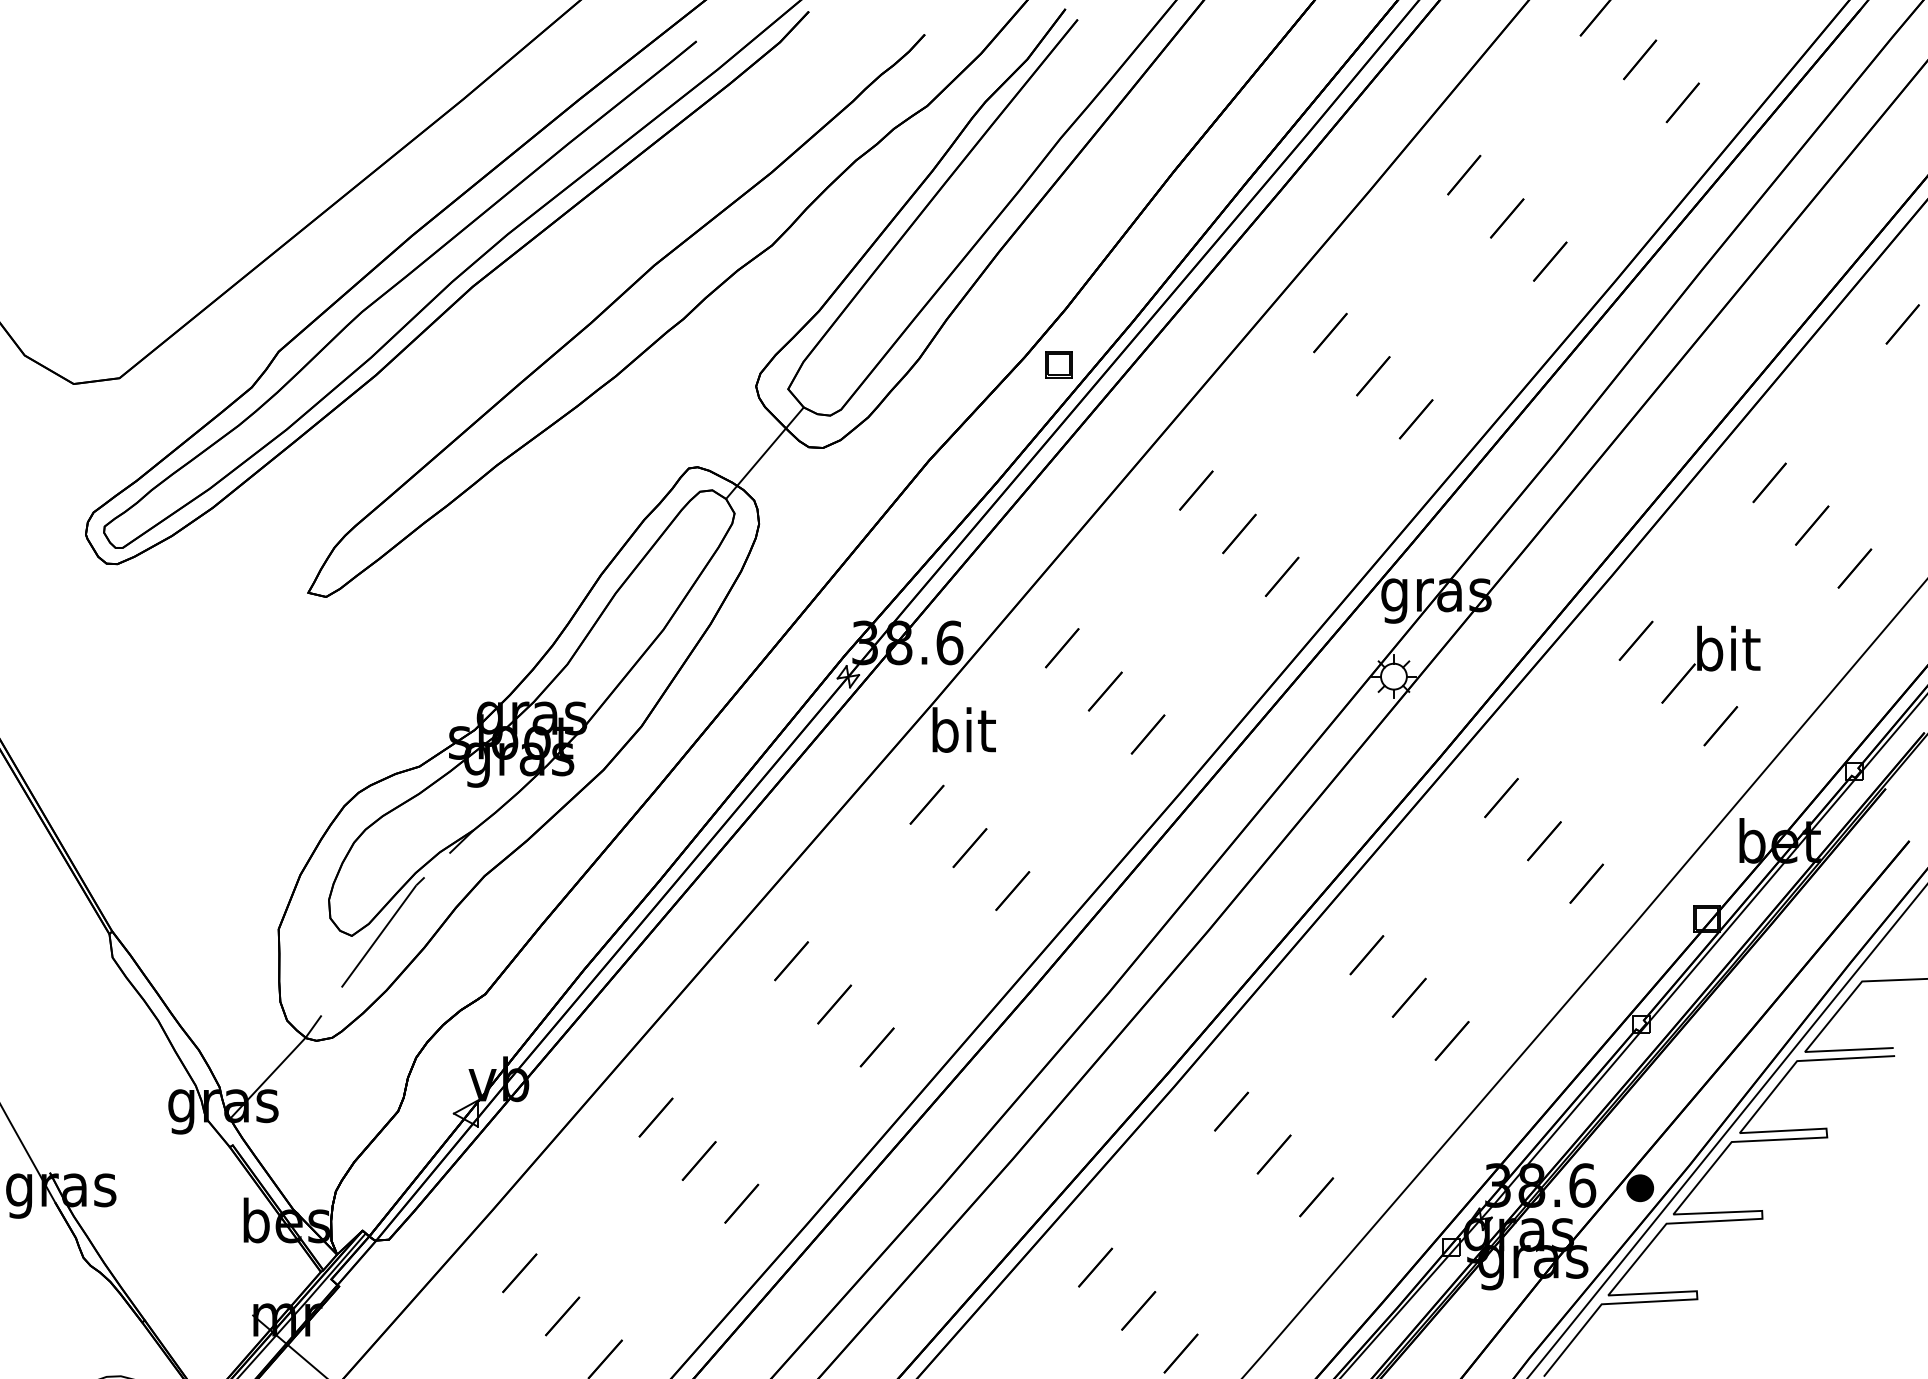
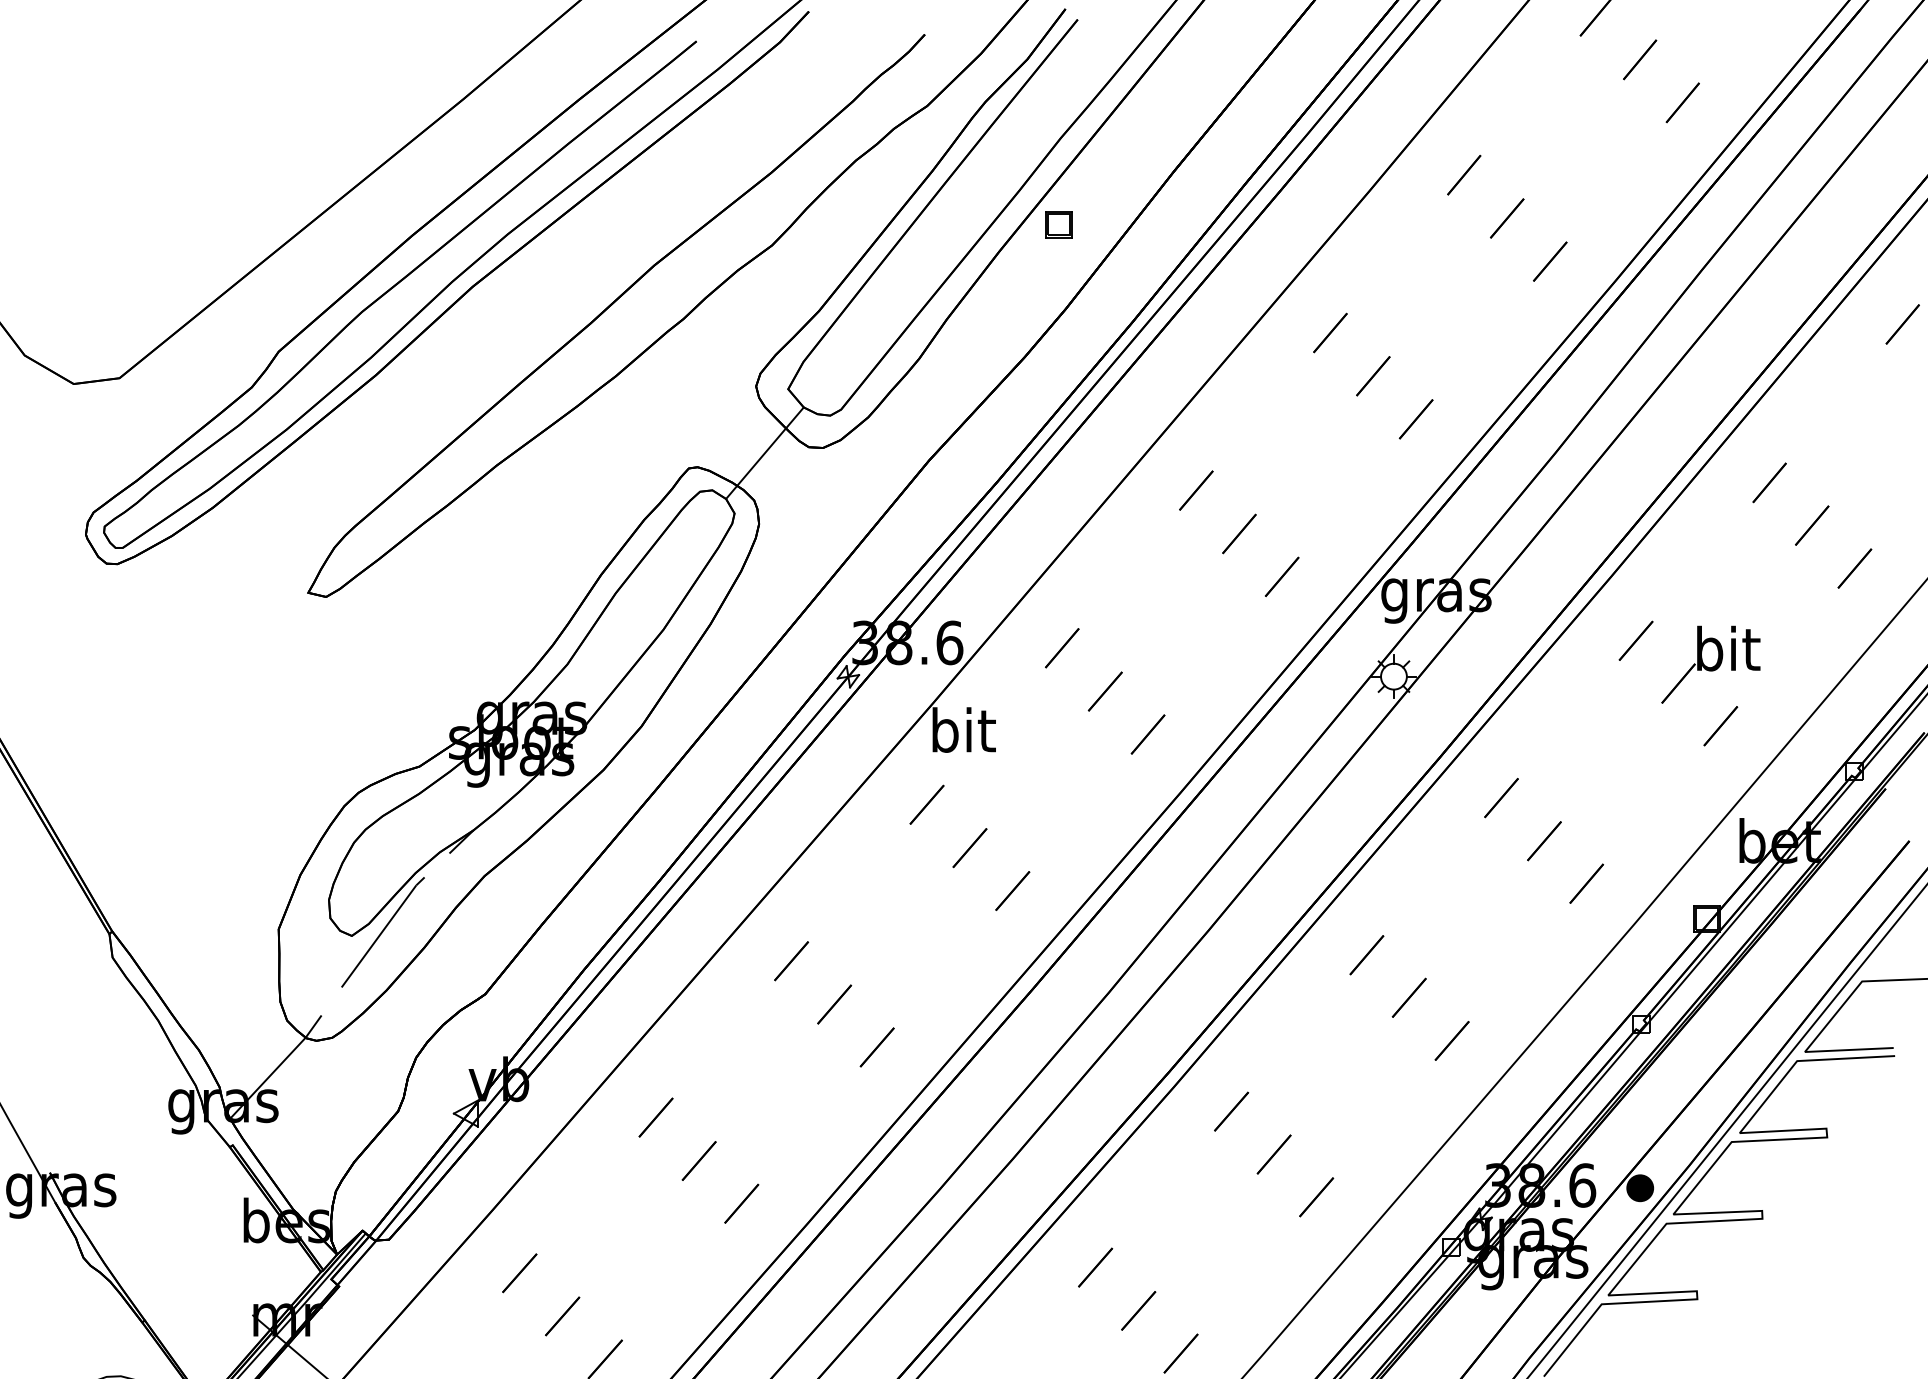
part at (1058, 364) position: (1058, 364) -> (1058, 224)
